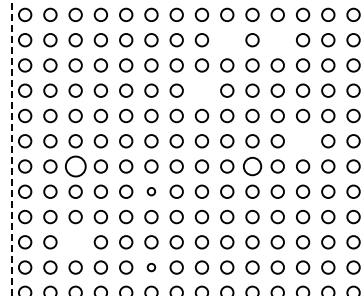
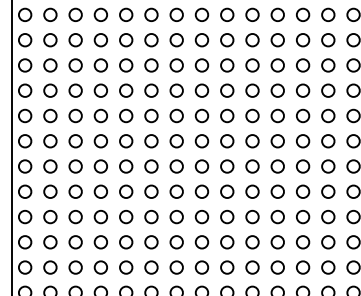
circle at (227, 40): none -> present
circle at (277, 40): none -> present
circle at (201, 90): none -> present
circle at (303, 141): none -> present
line at (11, 148): dashed -> solid
circle at (75, 166) size: 22x23 px -> 15x15 px
circle at (252, 166) size: 20x21 px -> 15x15 px
circle at (151, 191) size: 11x10 px -> 15x15 px
circle at (75, 242): none -> present
circle at (151, 267) size: 11x11 px -> 15x15 px
